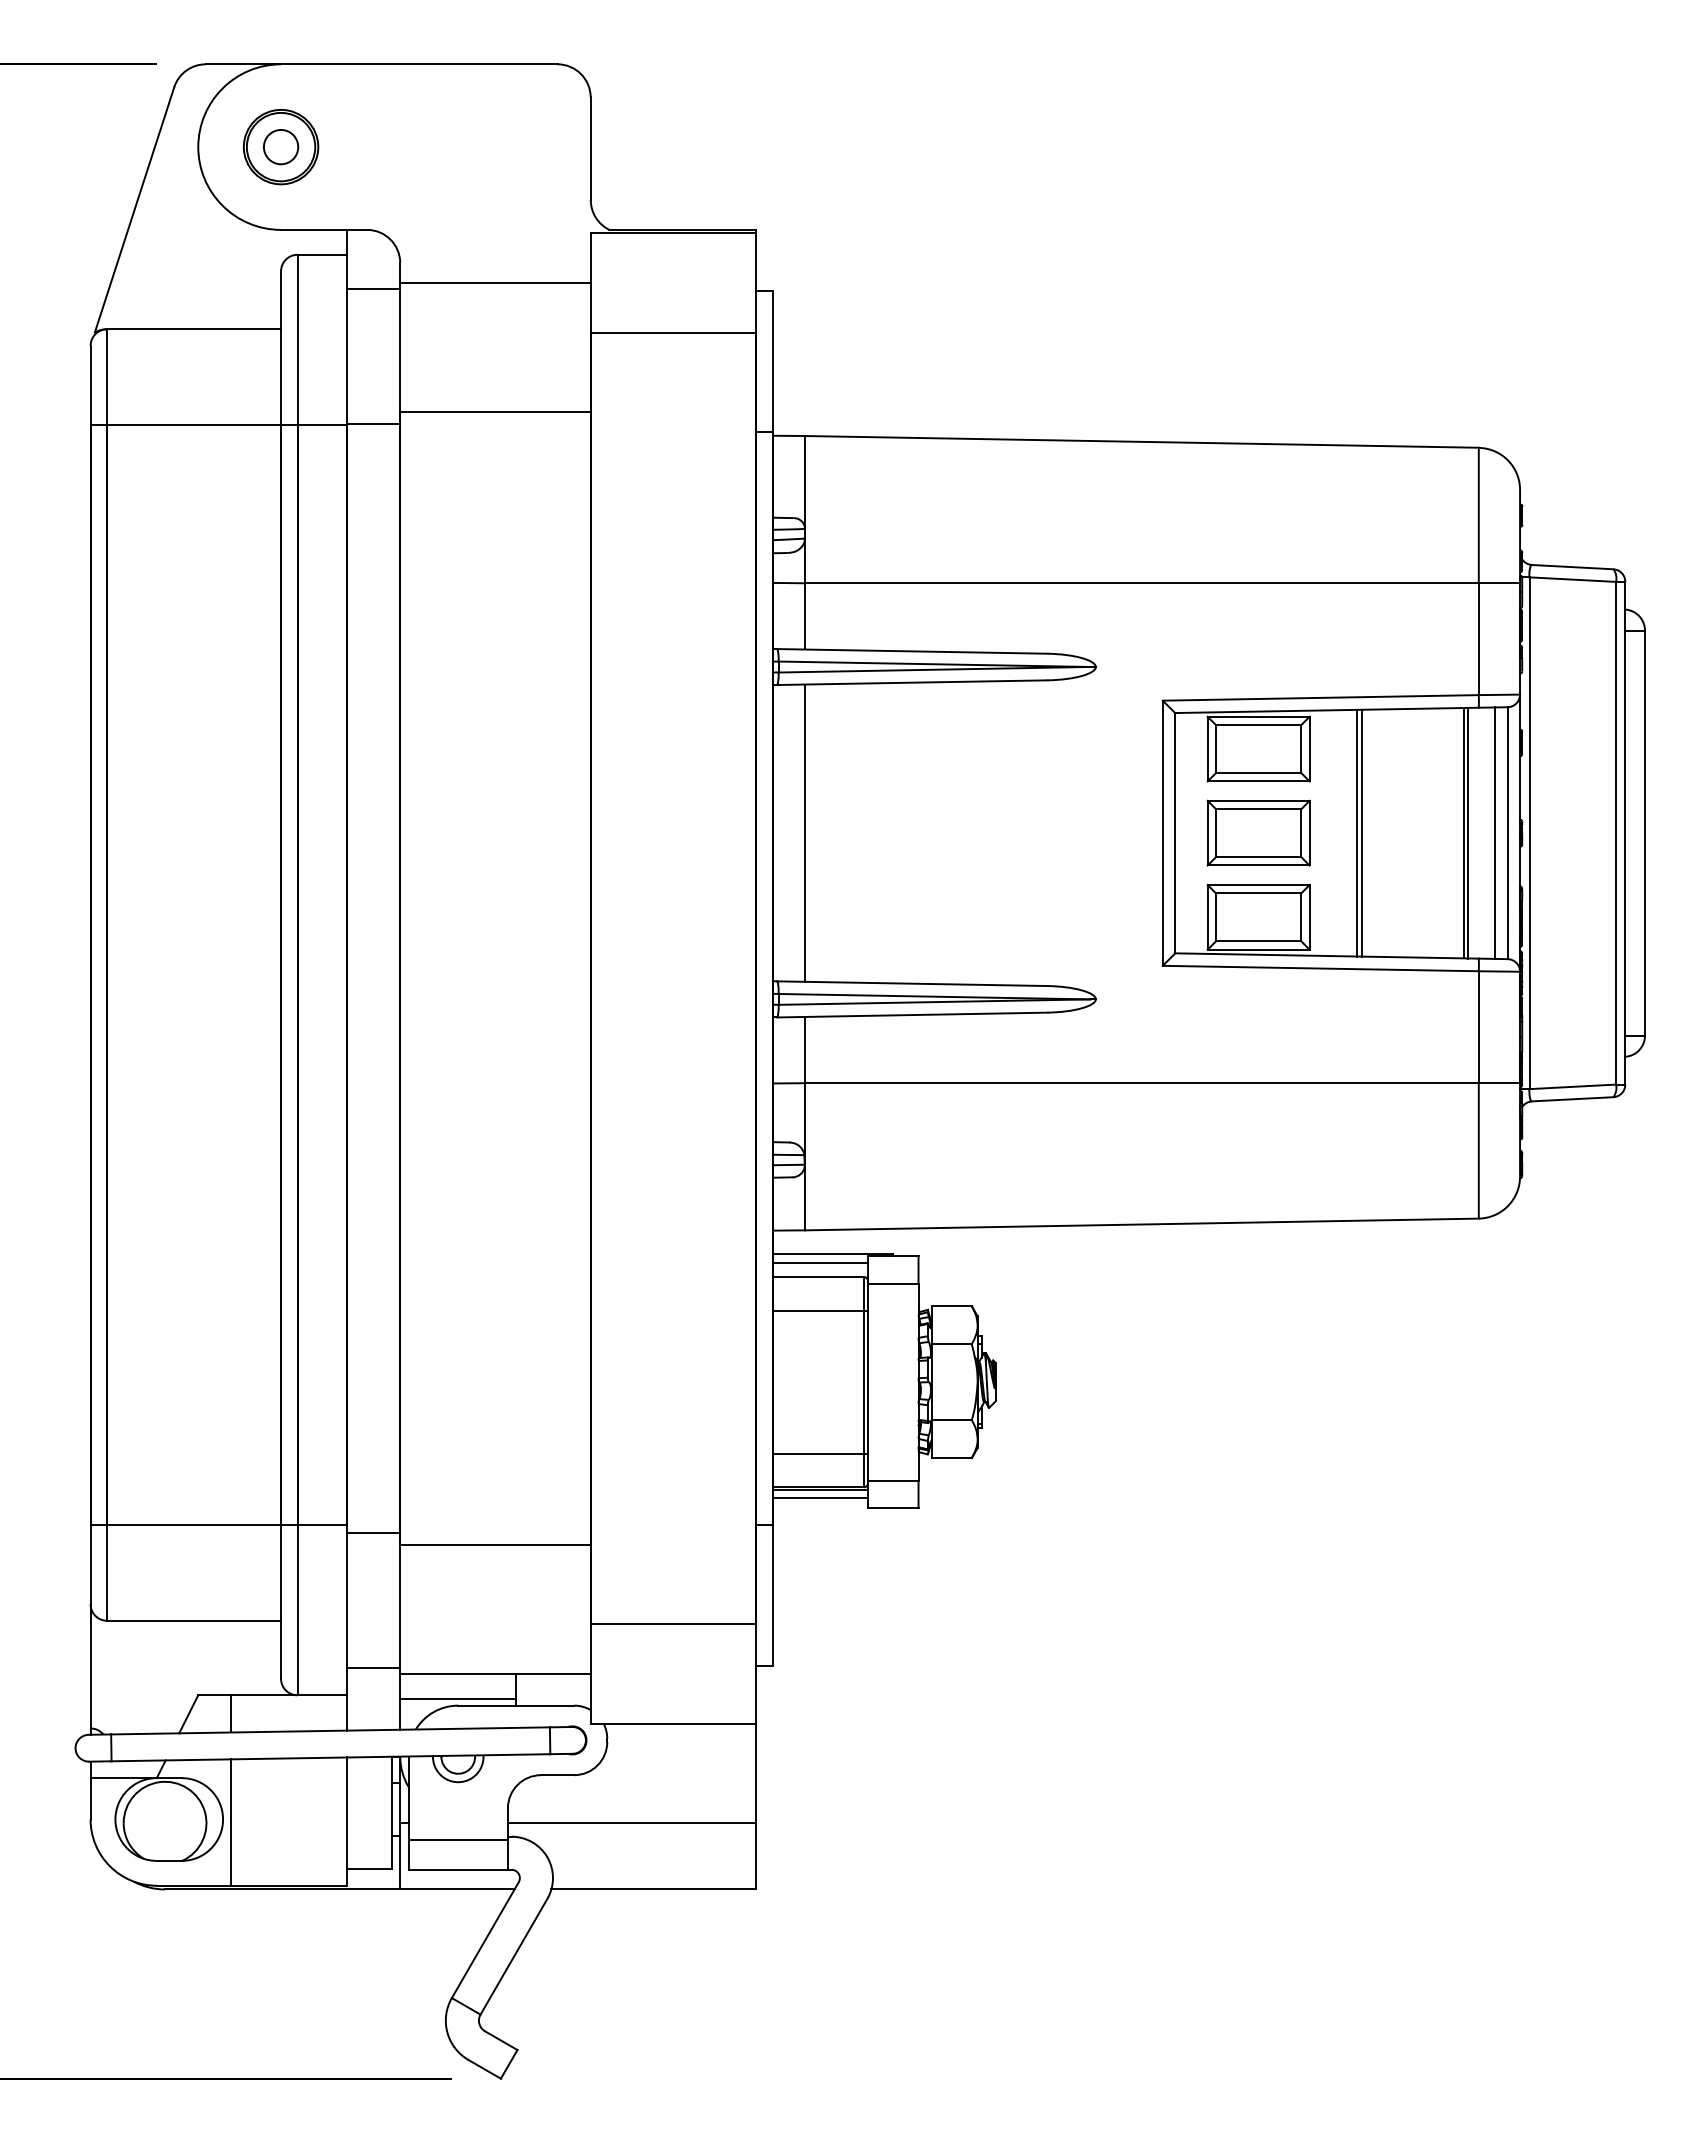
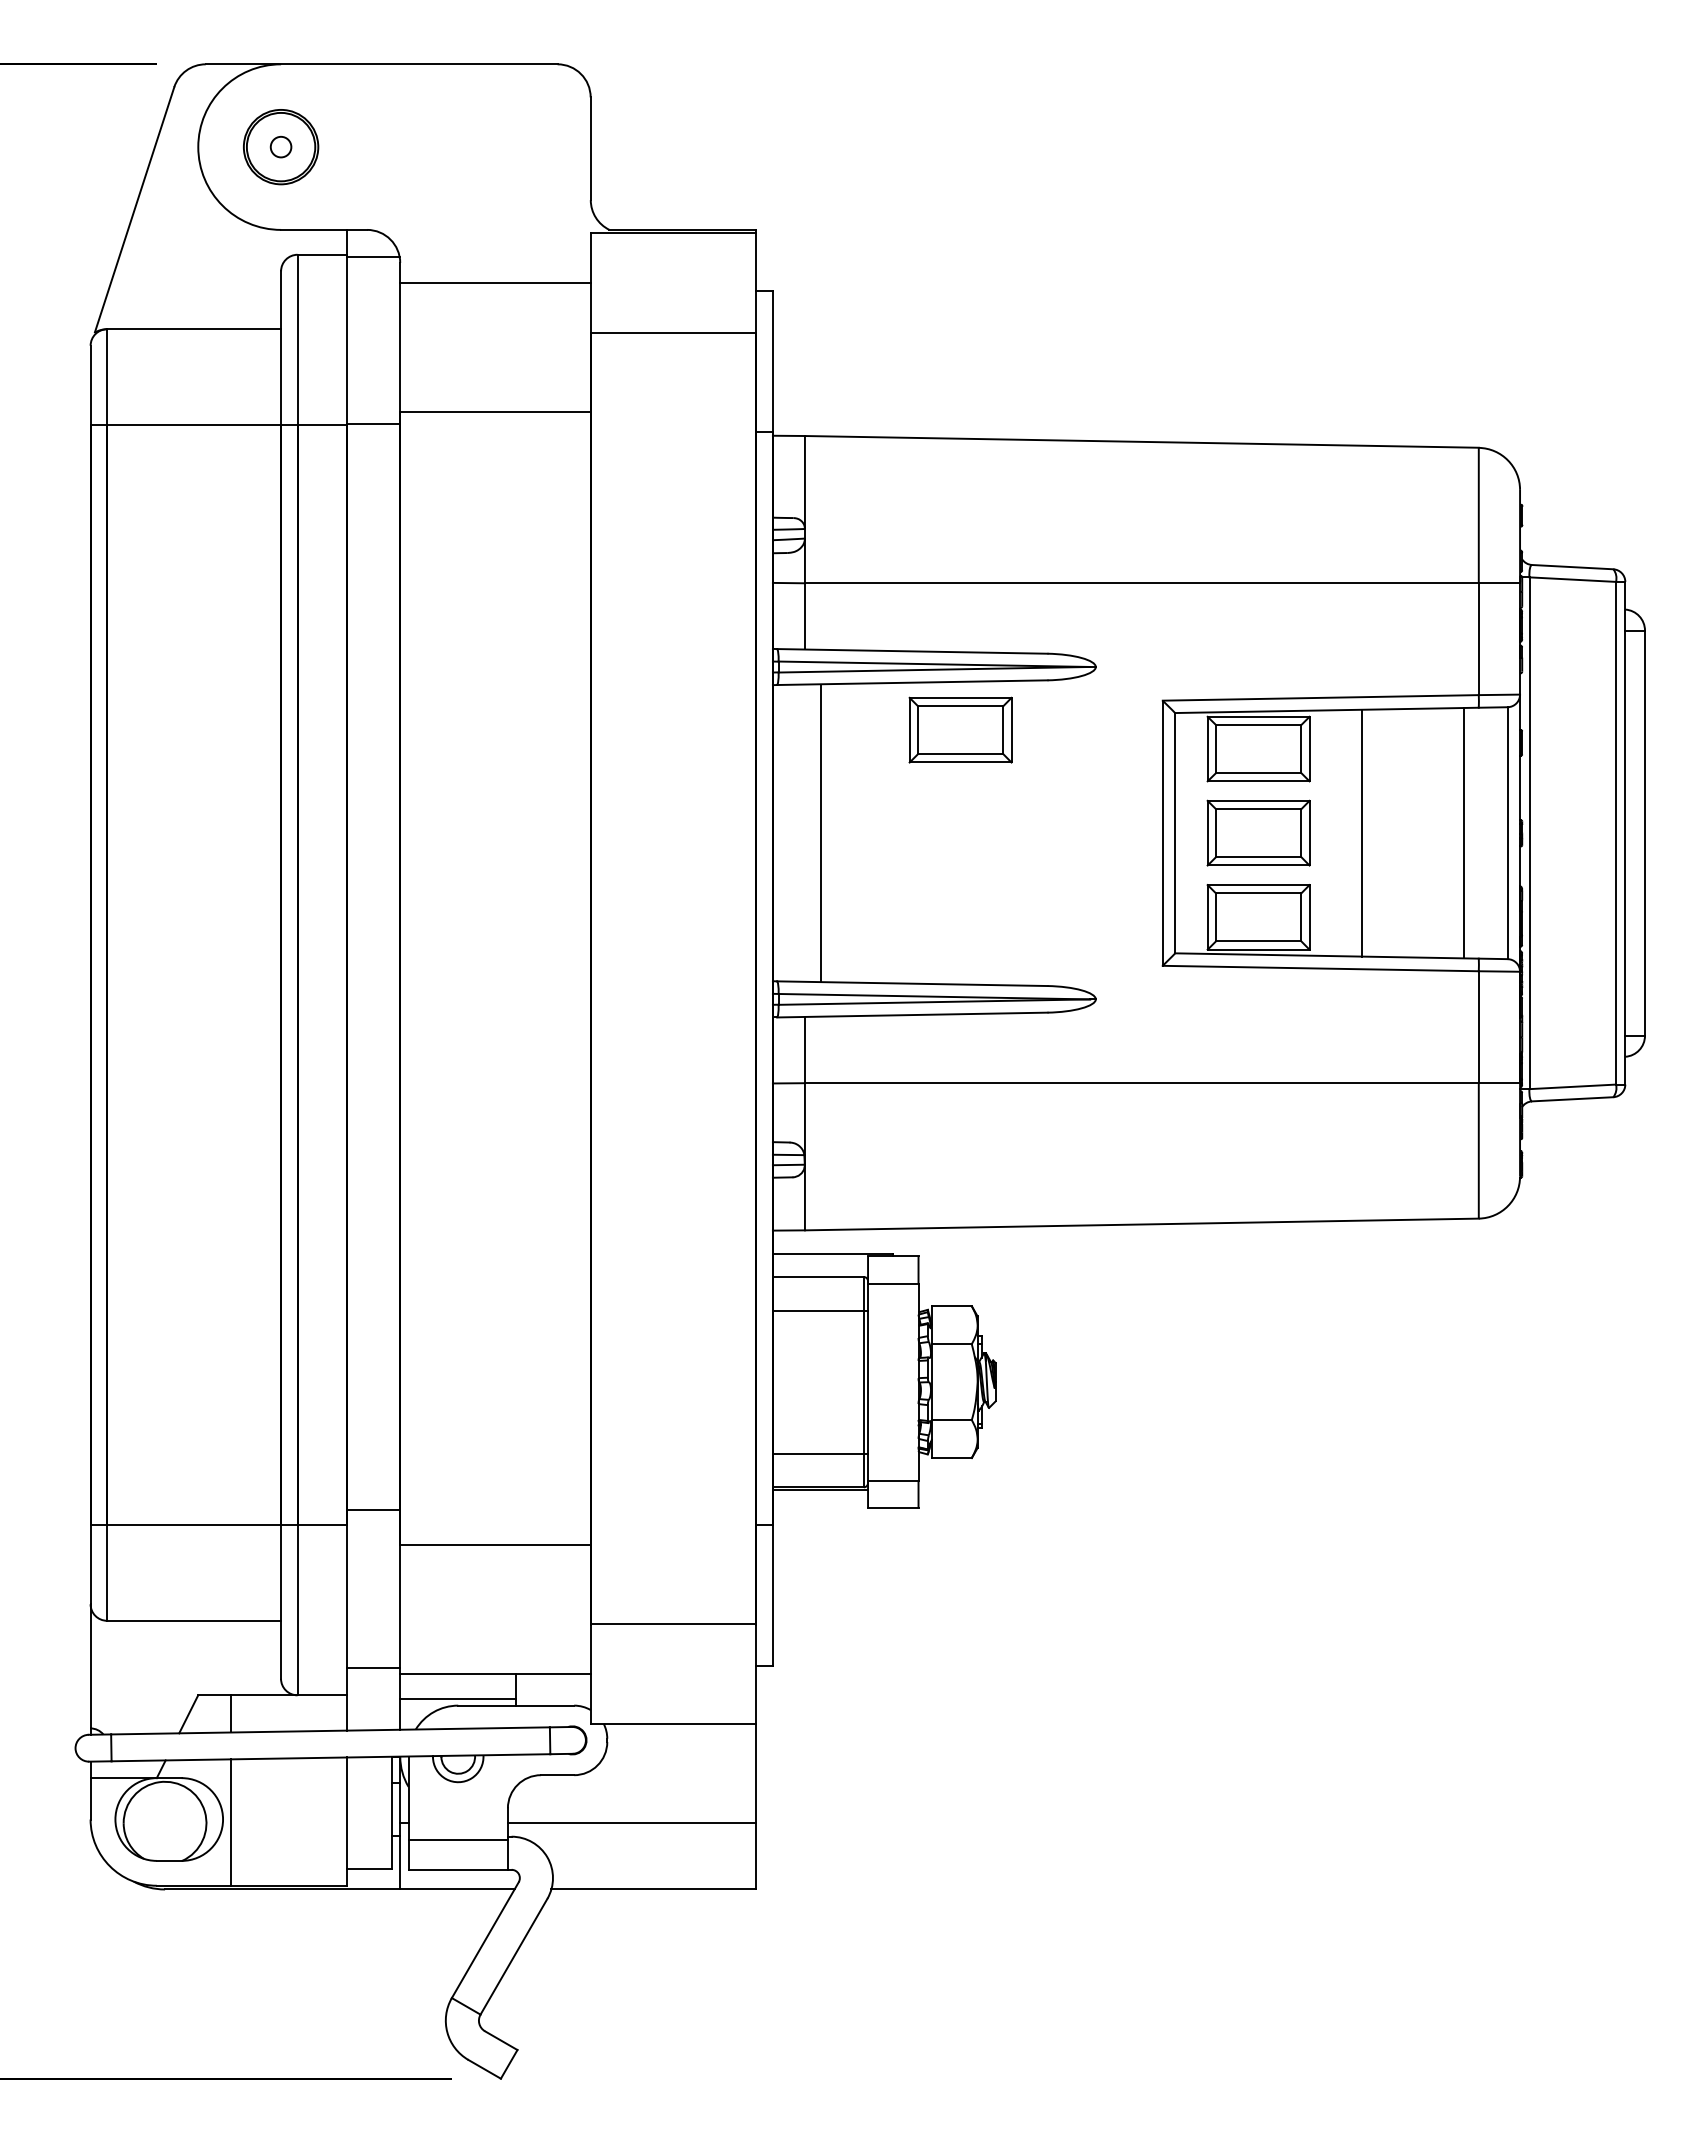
circle at (280, 146) diameter: 34 px -> 21 px
line at (373, 289) position: (373, 289) -> (373, 257)
part at (960, 729): none -> present
line at (804, 832) position: (804, 832) -> (820, 832)
line at (1356, 832): present -> none
line at (1467, 832): present -> none
line at (1494, 833): present -> none
line at (820, 1262): present -> none
line at (820, 1497): present -> none
line at (373, 1533) position: (373, 1533) -> (373, 1510)
